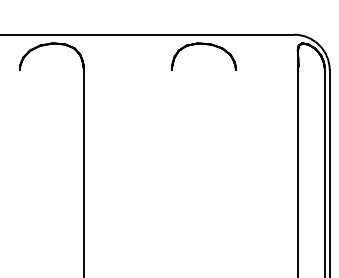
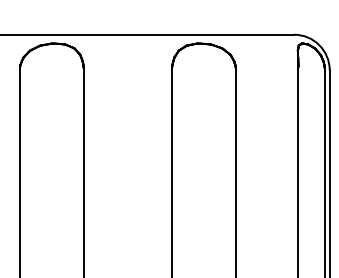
line at (20, 172): none -> present
line at (172, 172): none -> present
line at (235, 172): none -> present
